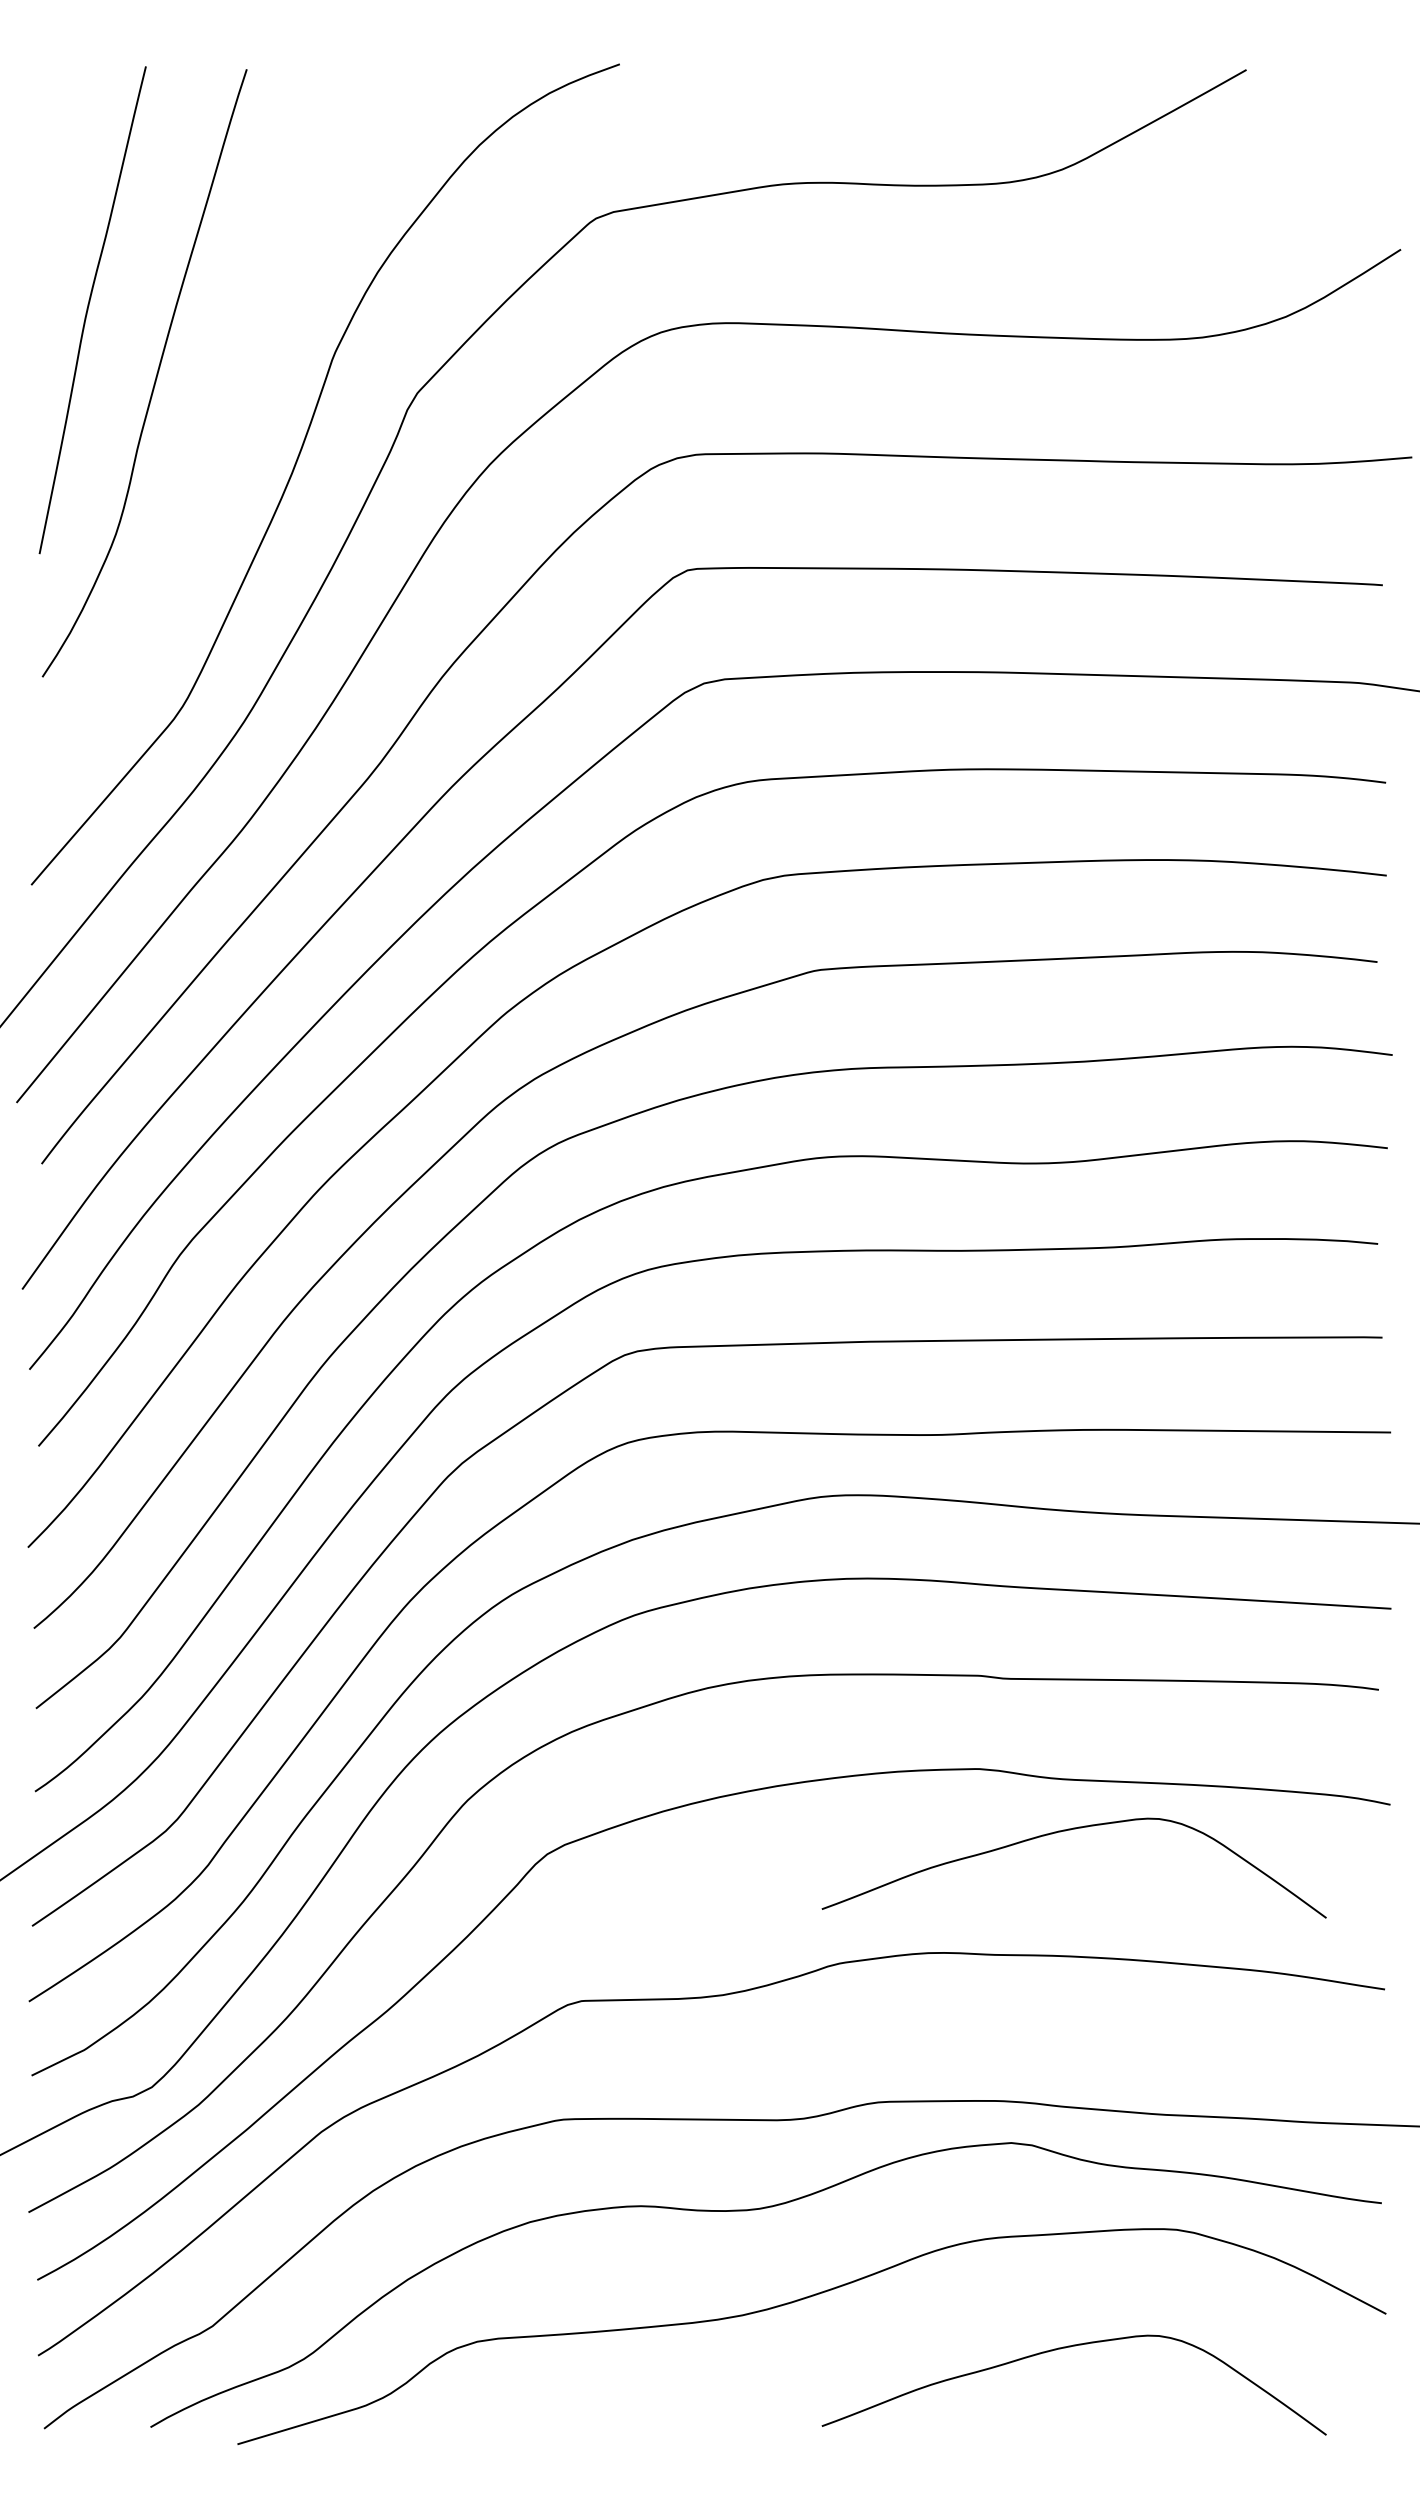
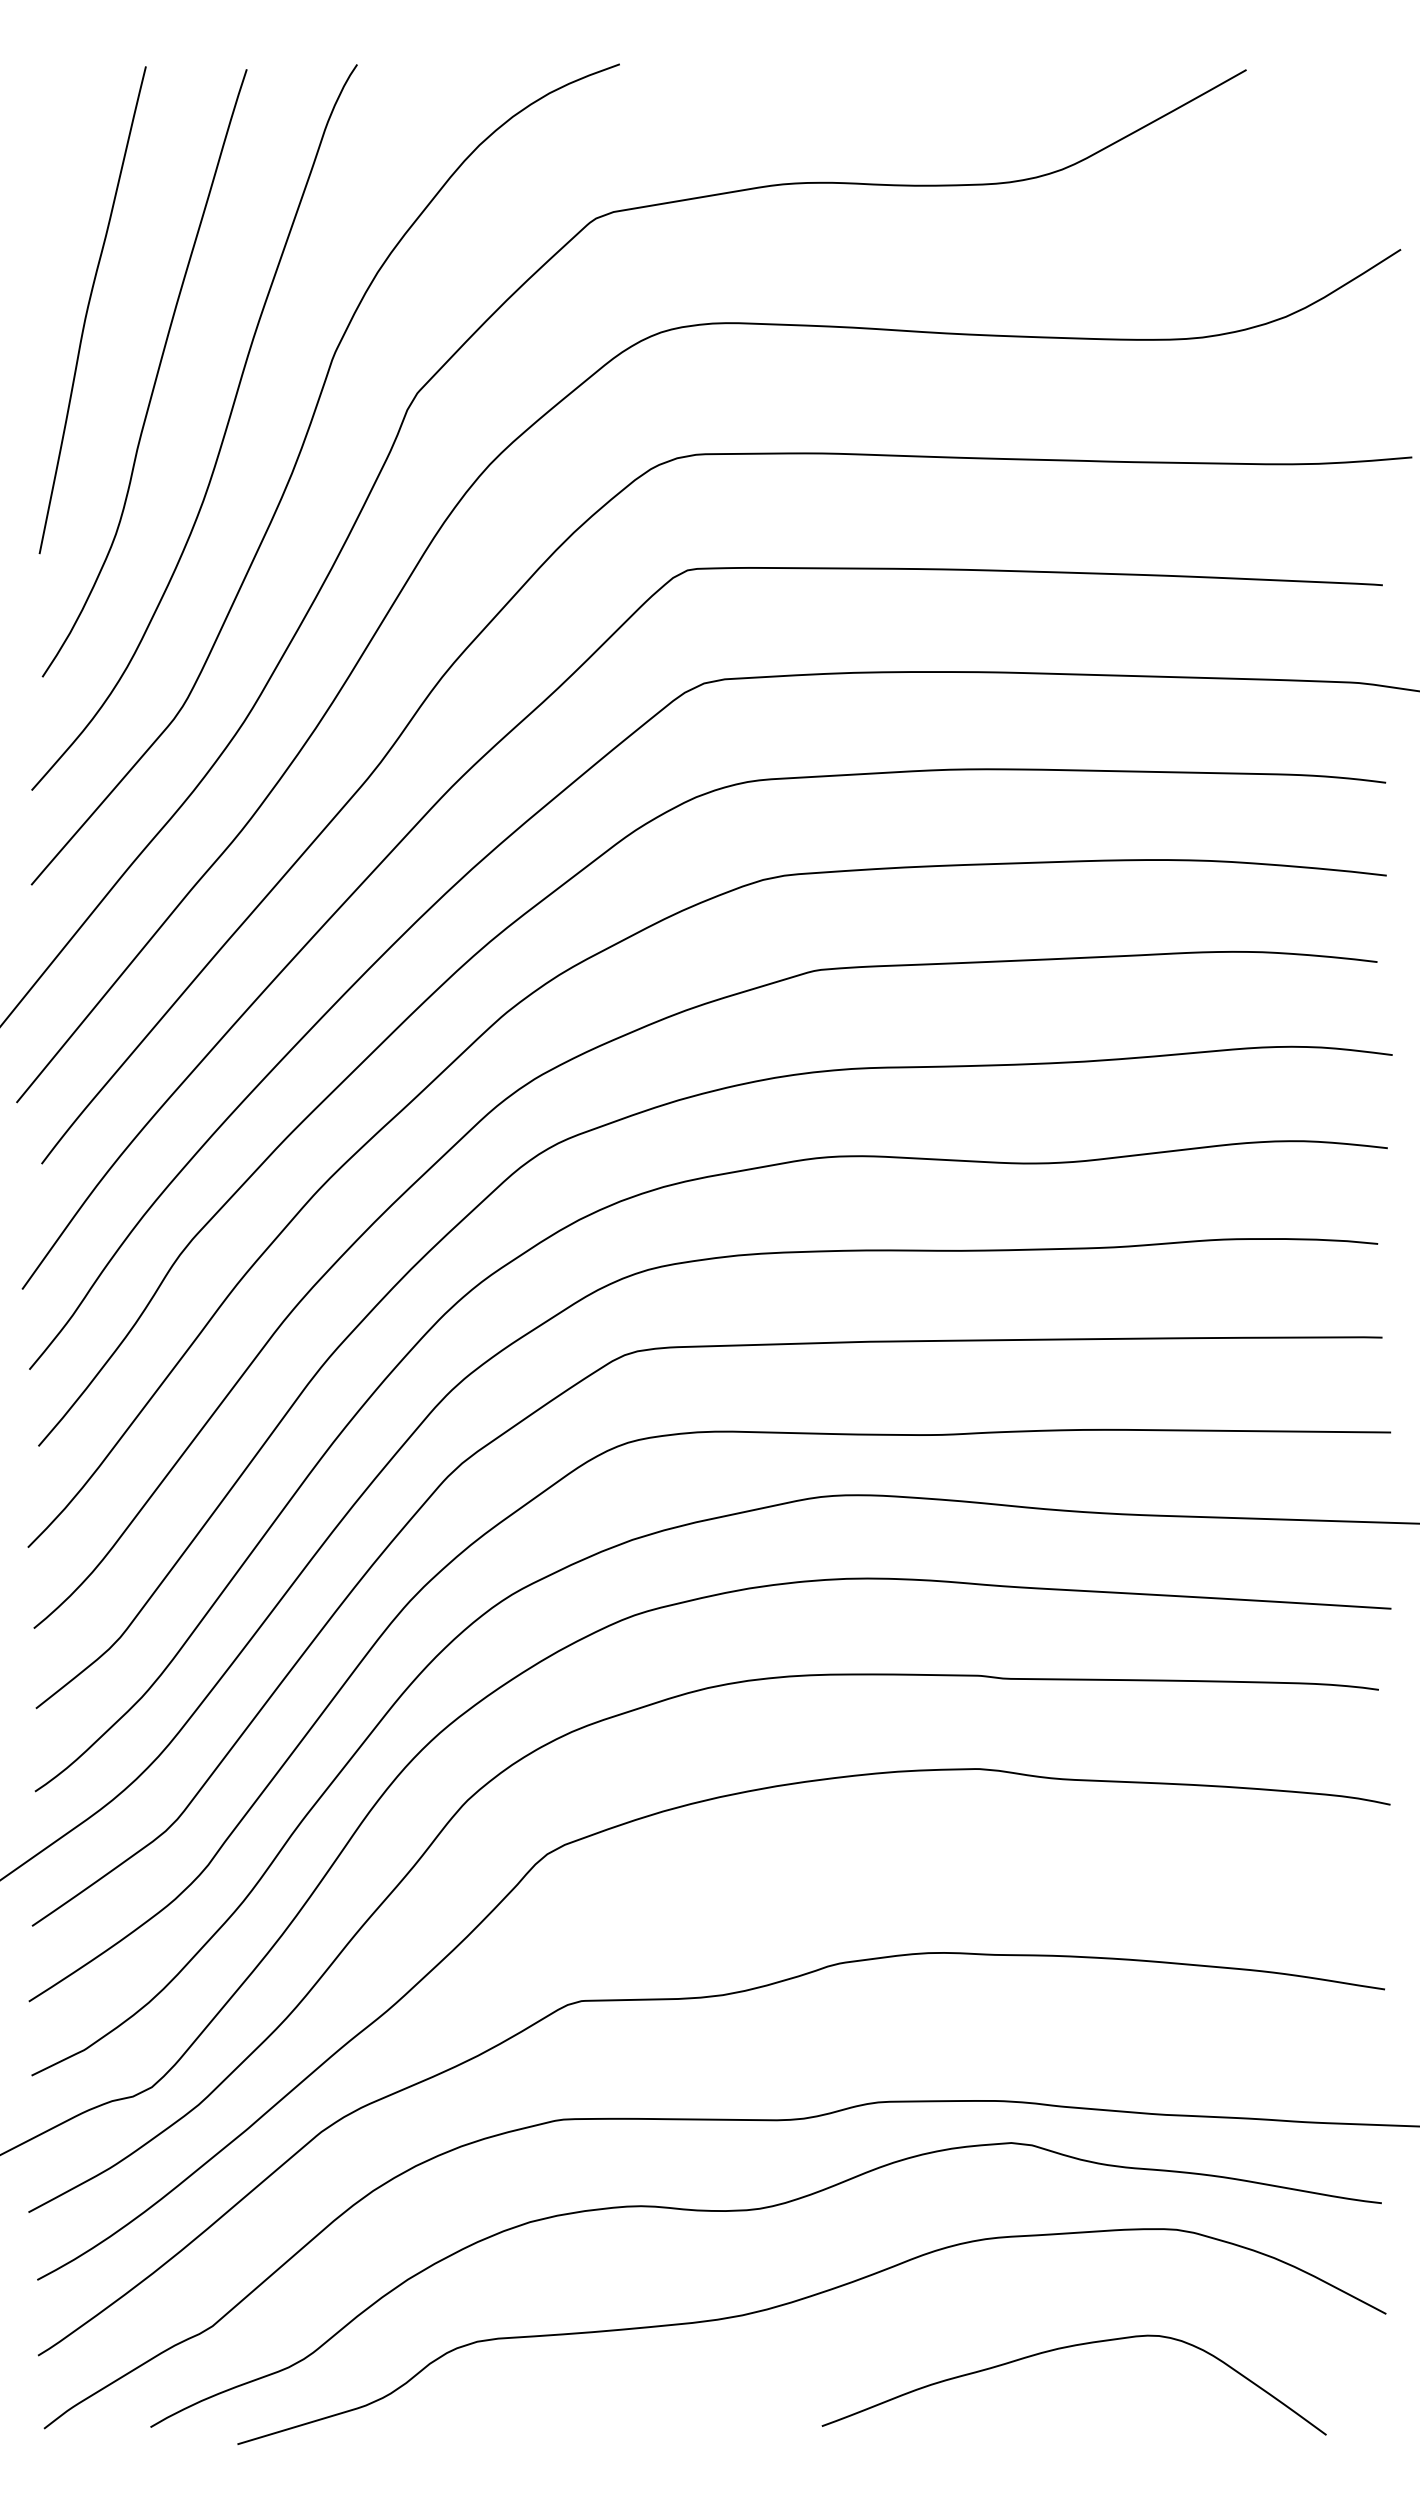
curve at (222, 437): none -> present
curve at (1065, 1831): present -> none
